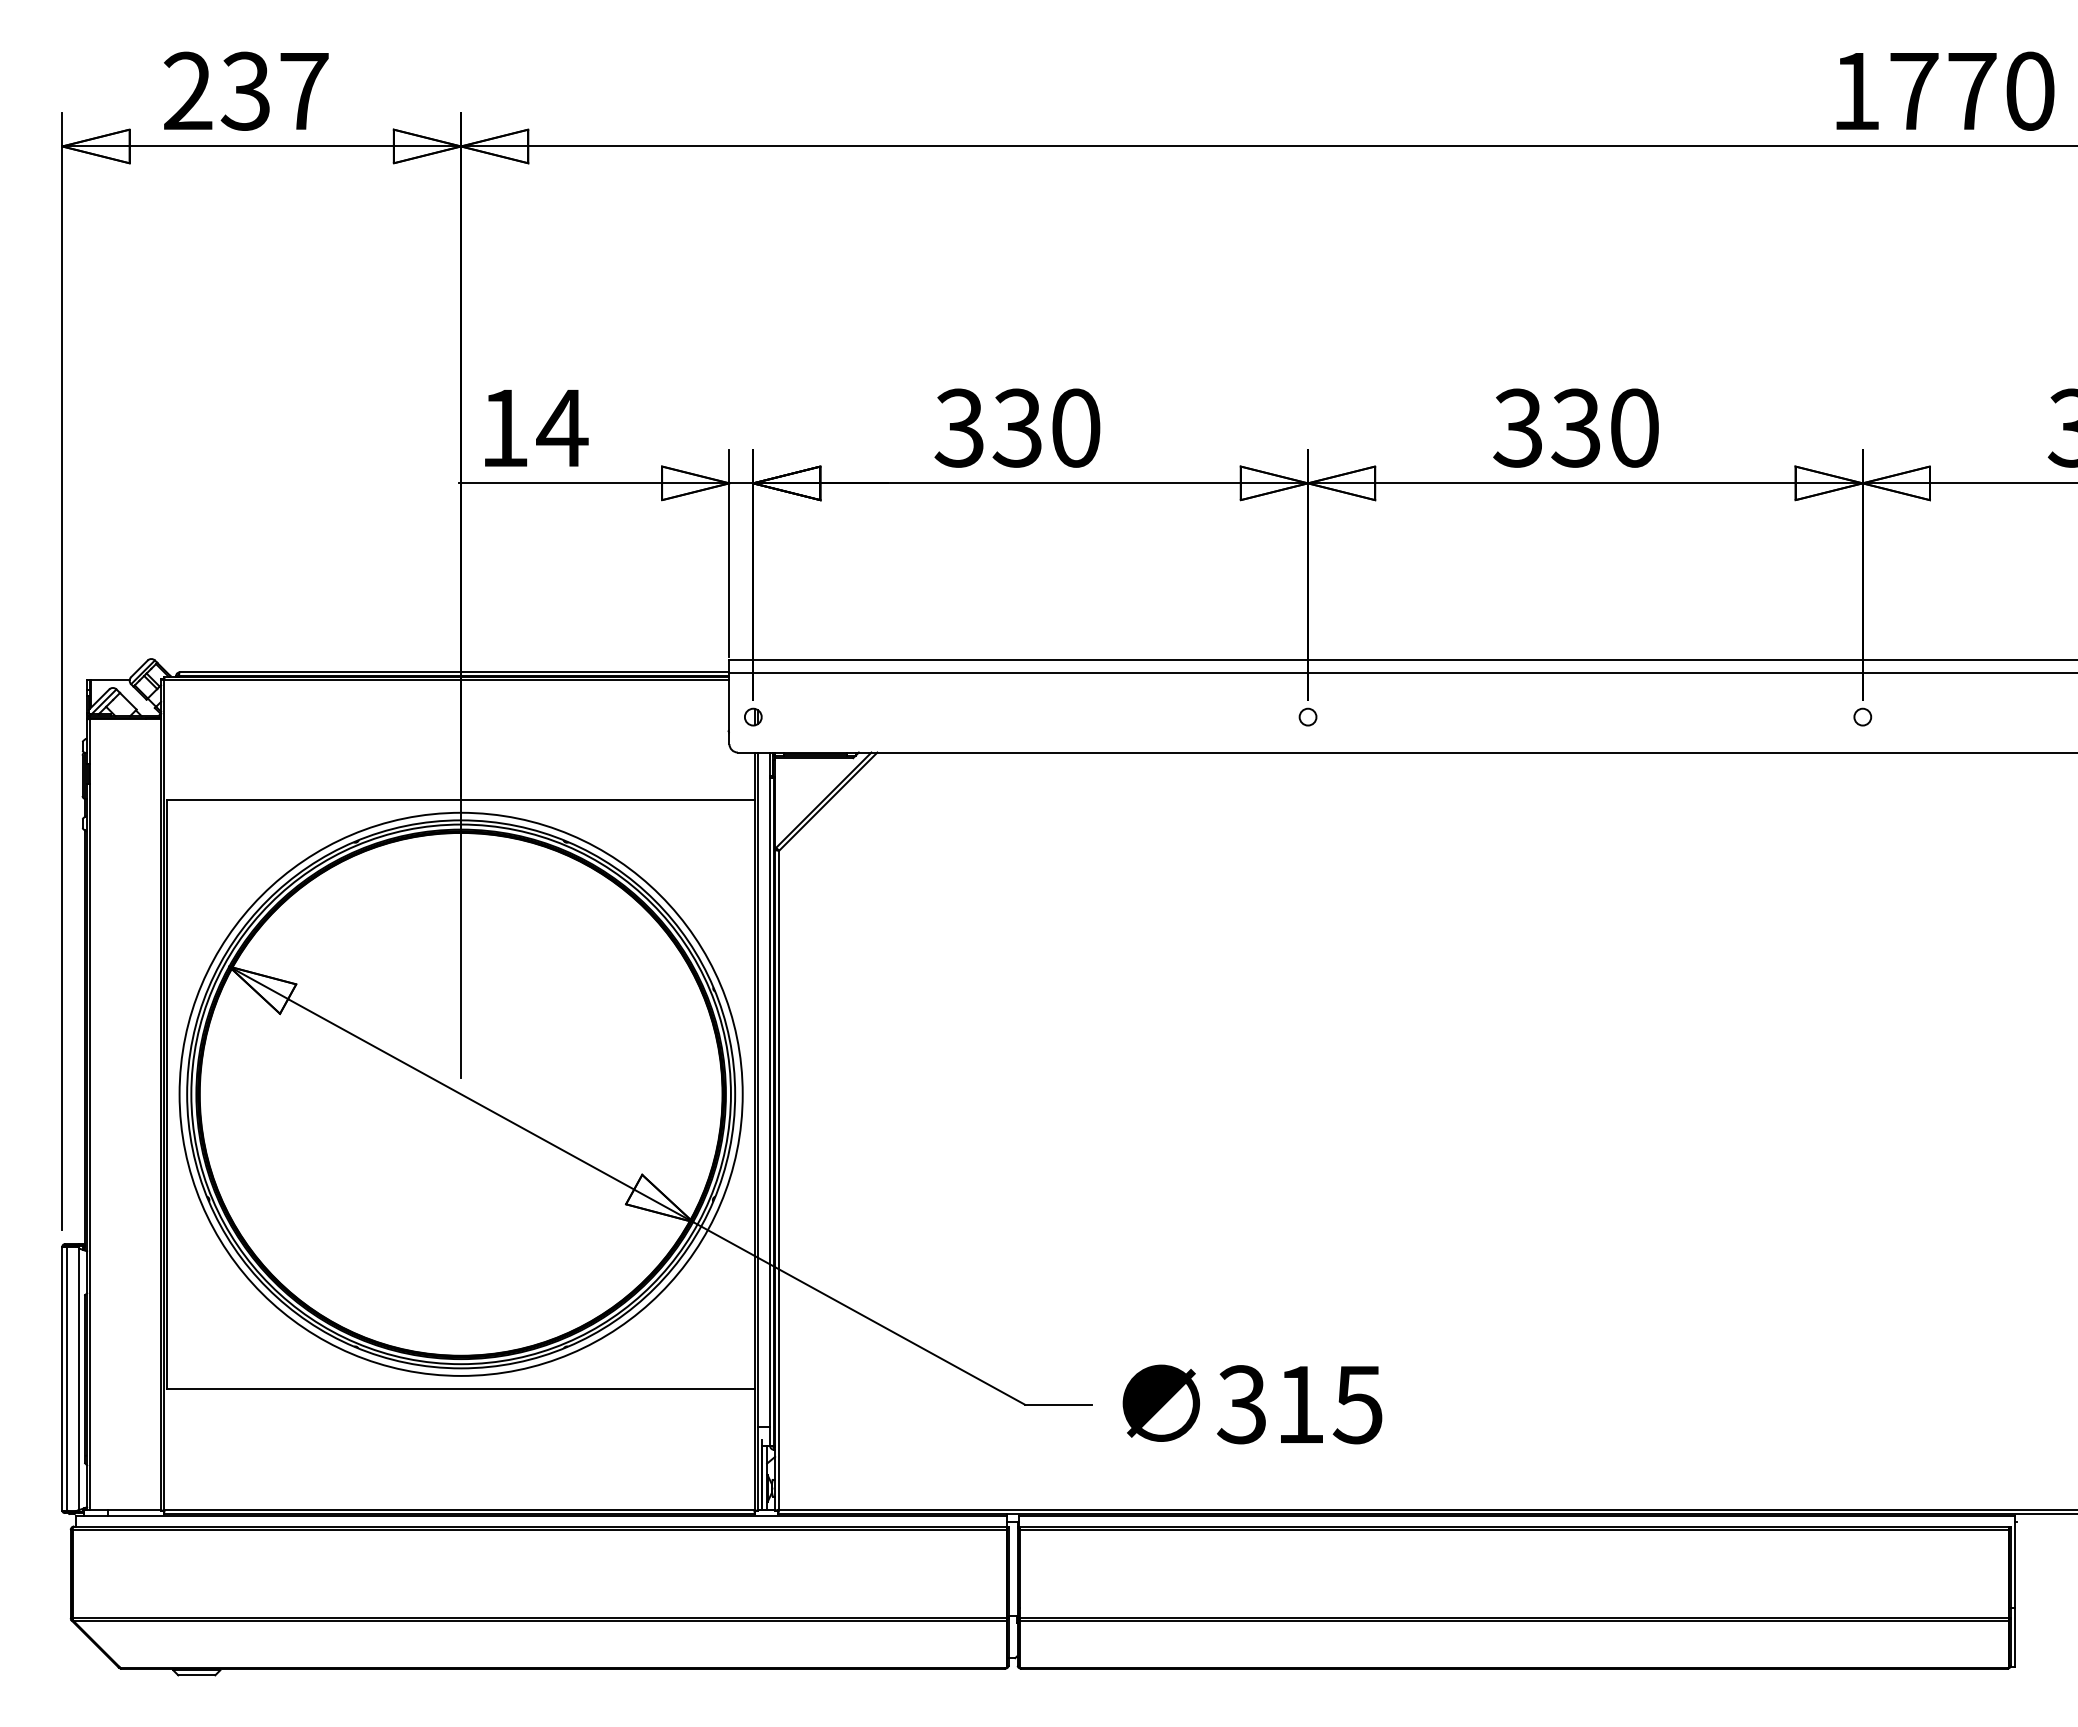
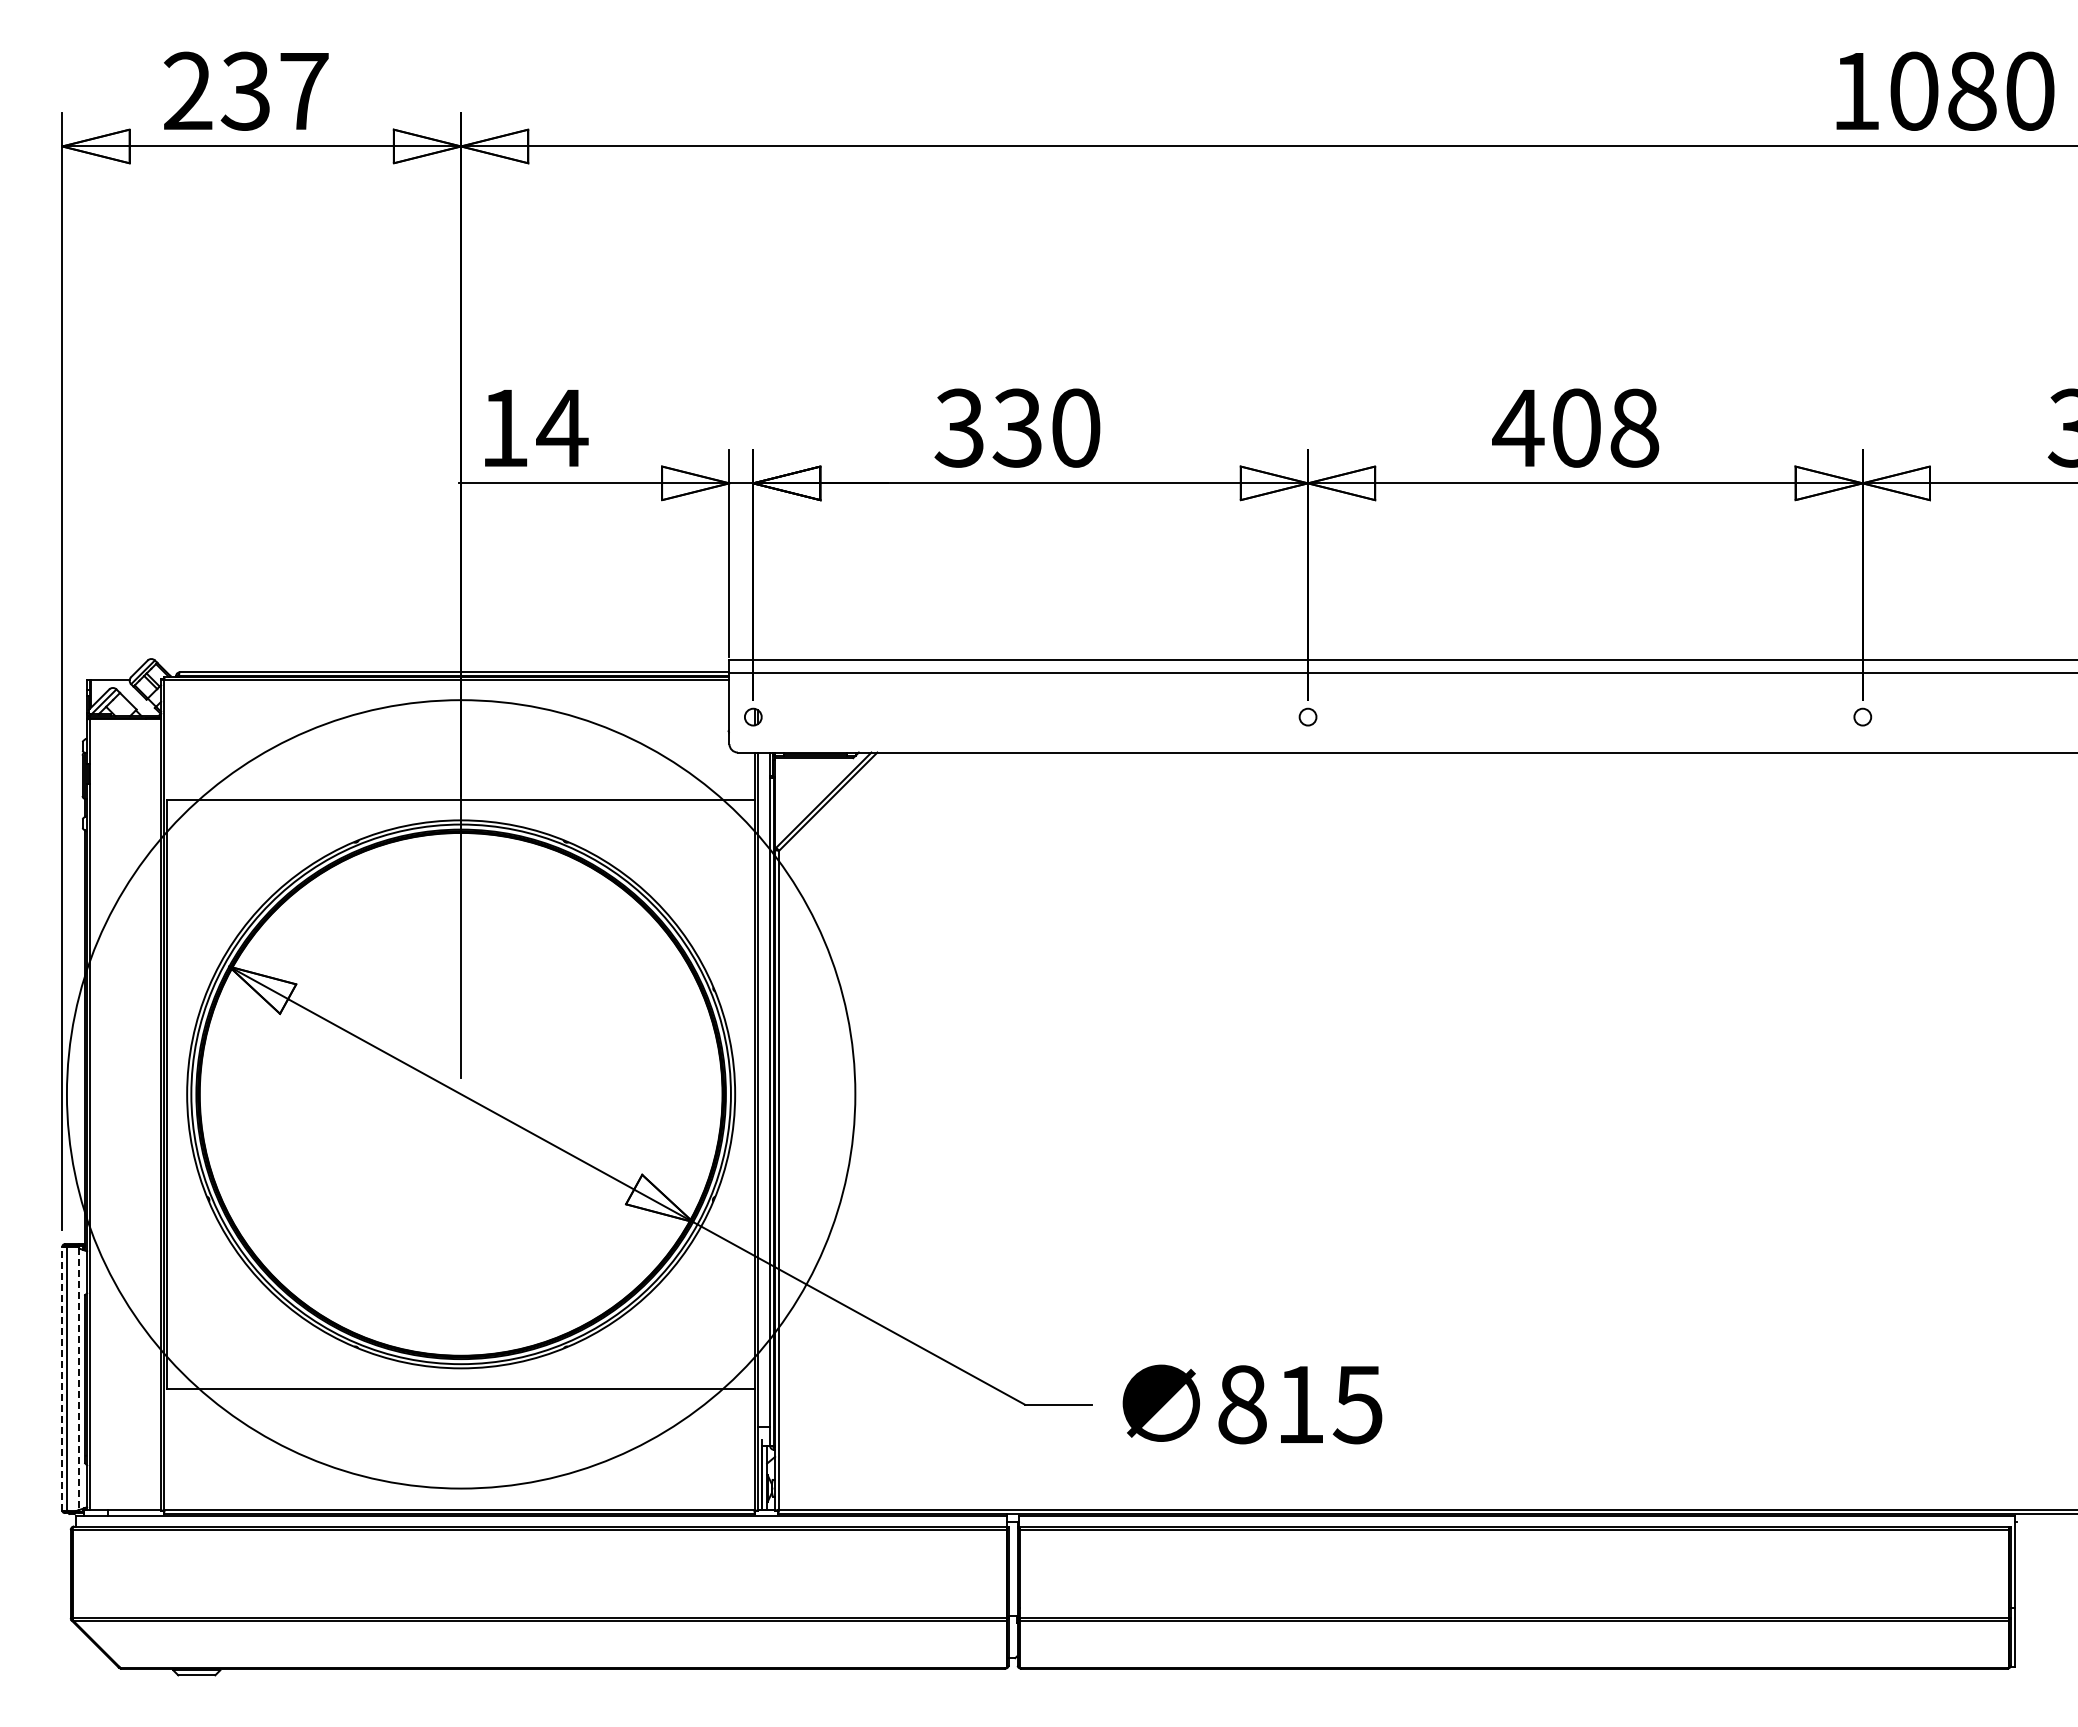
text at (1943, 90): 1770 -> 1080
text at (1575, 427): 330 -> 408
circle at (460, 1093) diameter: 563 px -> 788 px
line at (62, 1378): solid -> dashed
line at (79, 1379): solid -> dashed
text at (1241, 1404): 315 -> 815
